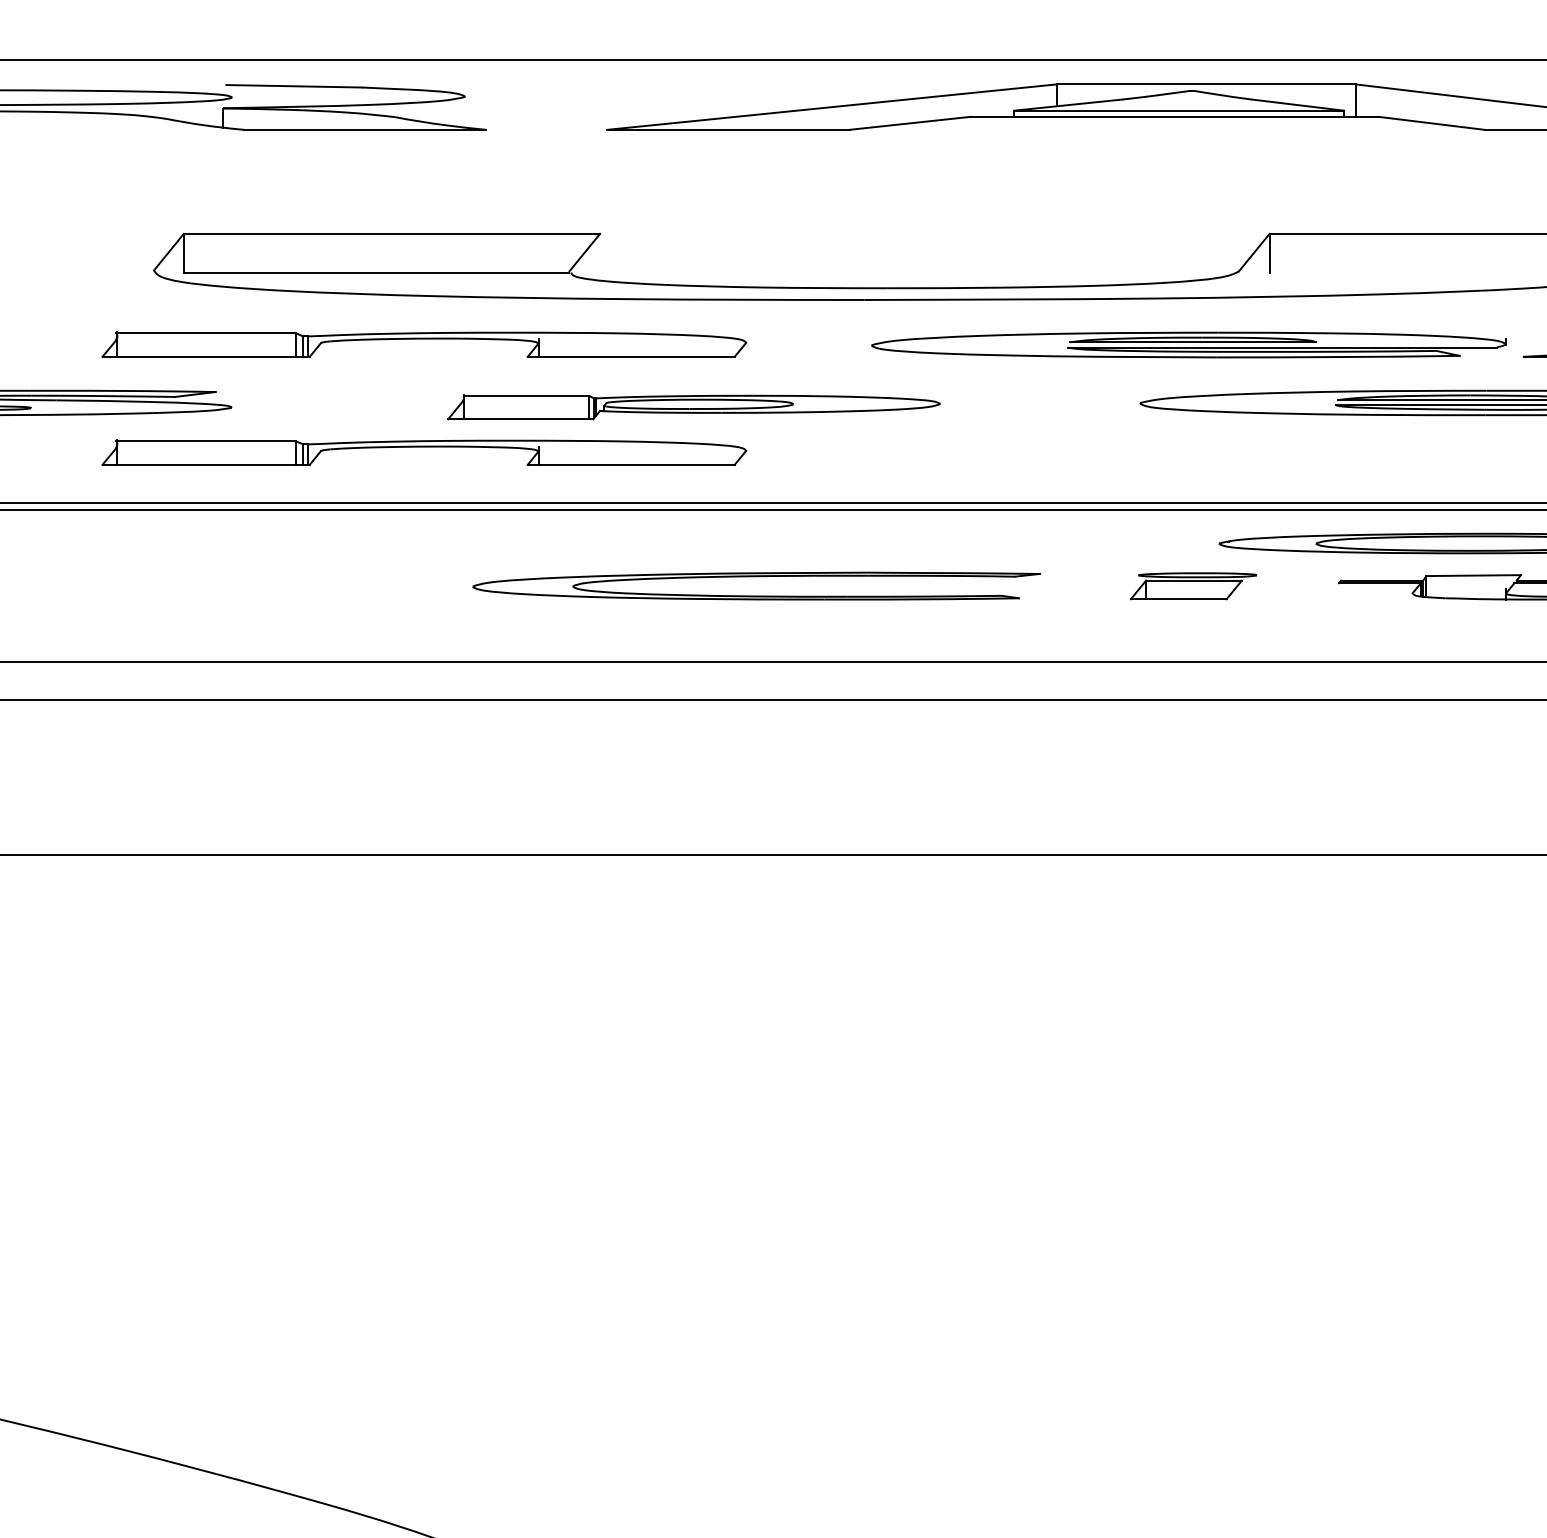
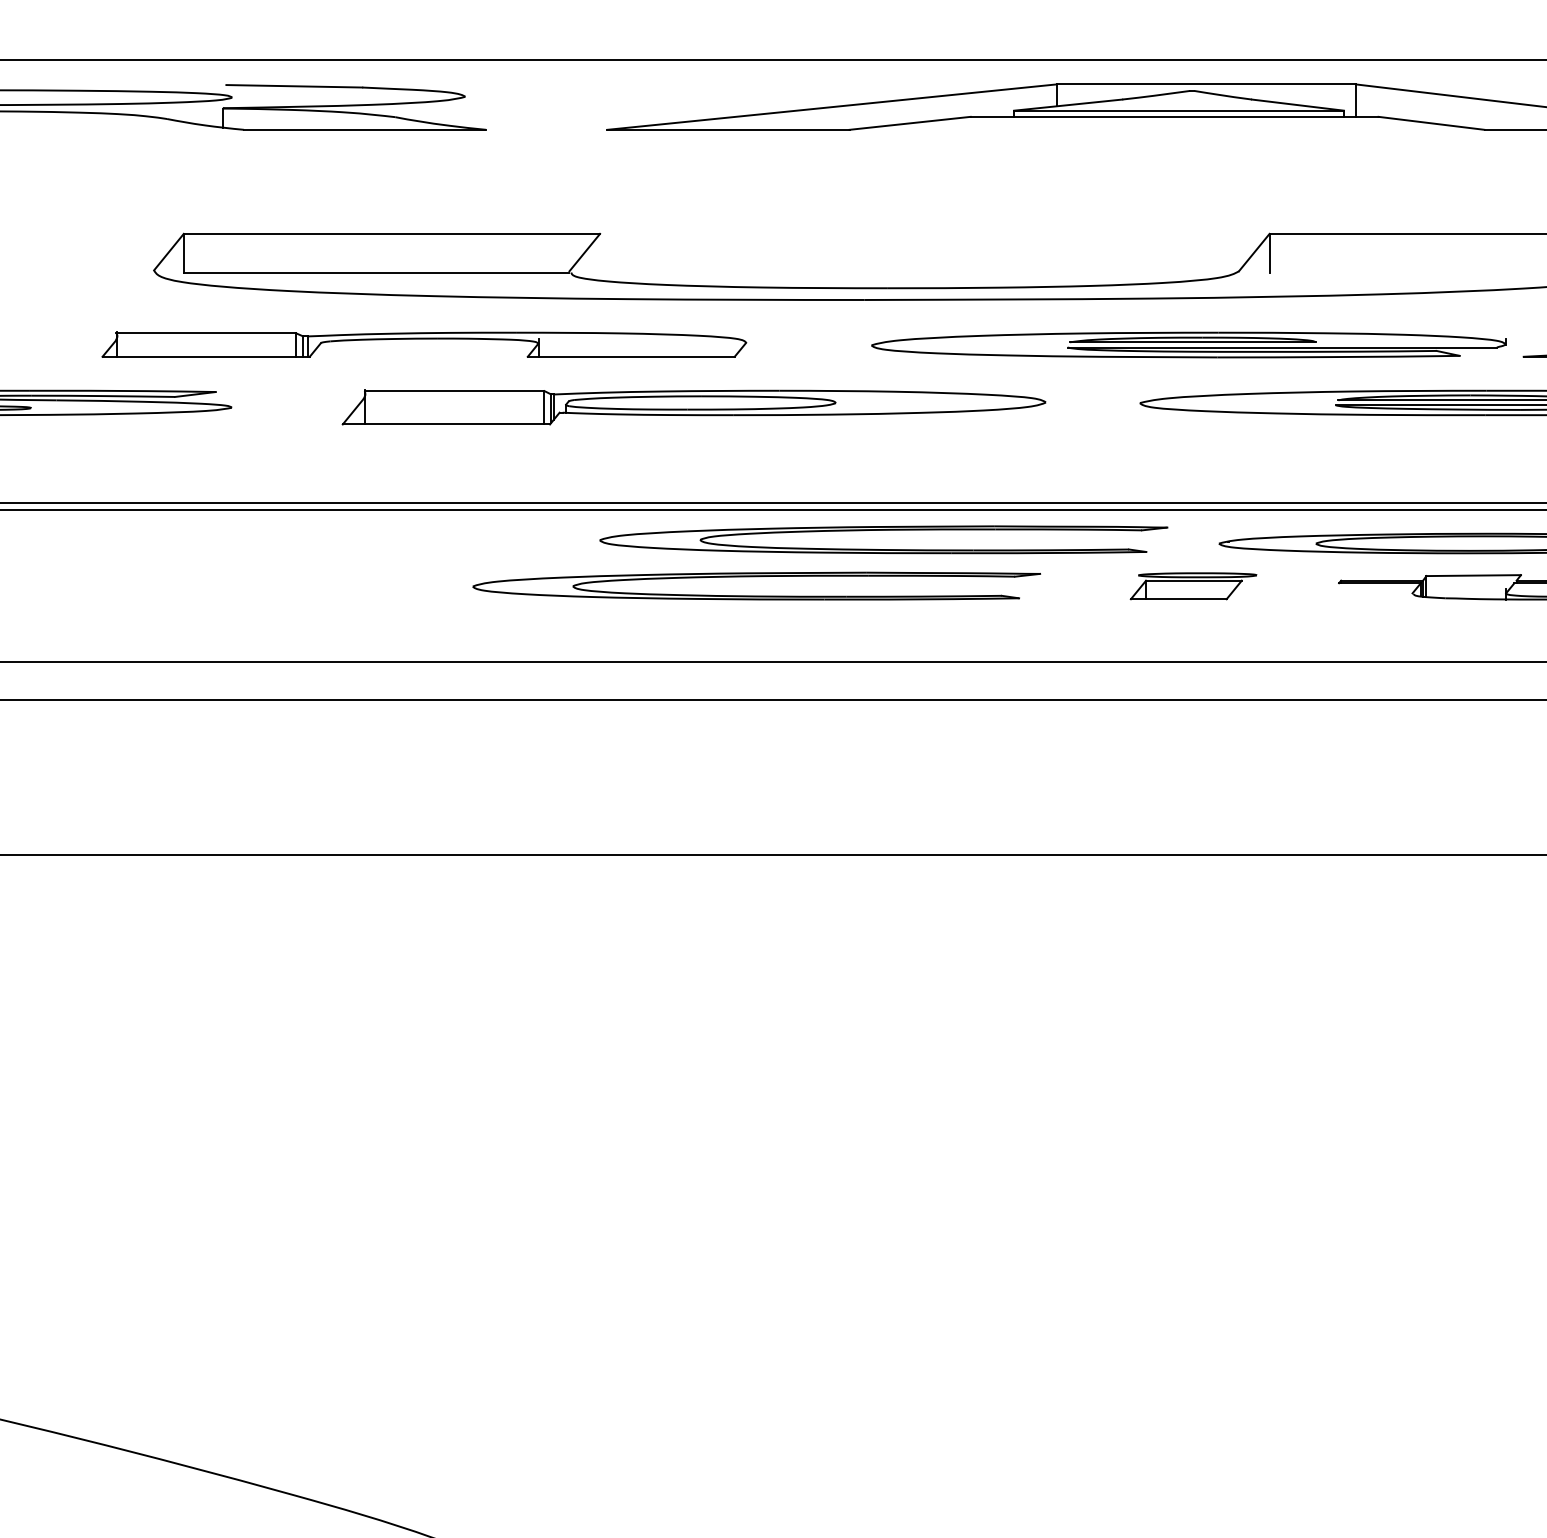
part at (693, 407) size: 494x27 px -> 706x37 px
part at (424, 452): present -> none
part at (883, 530): none -> present
